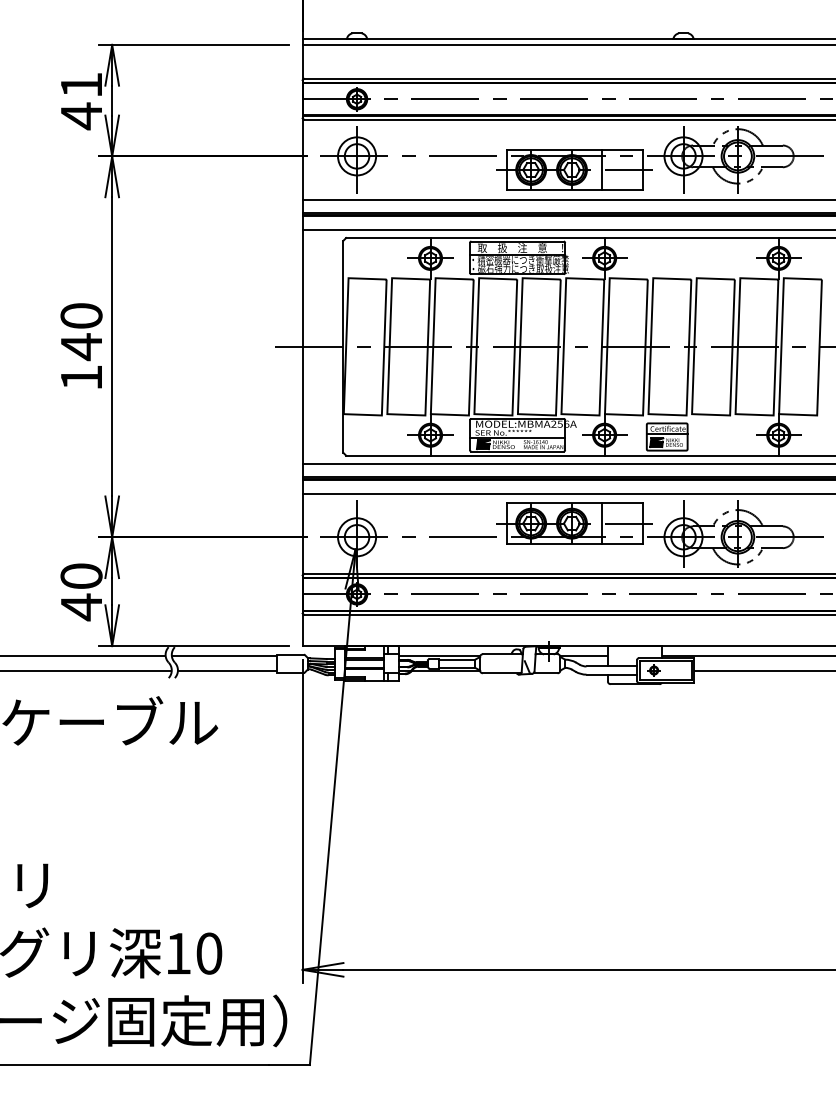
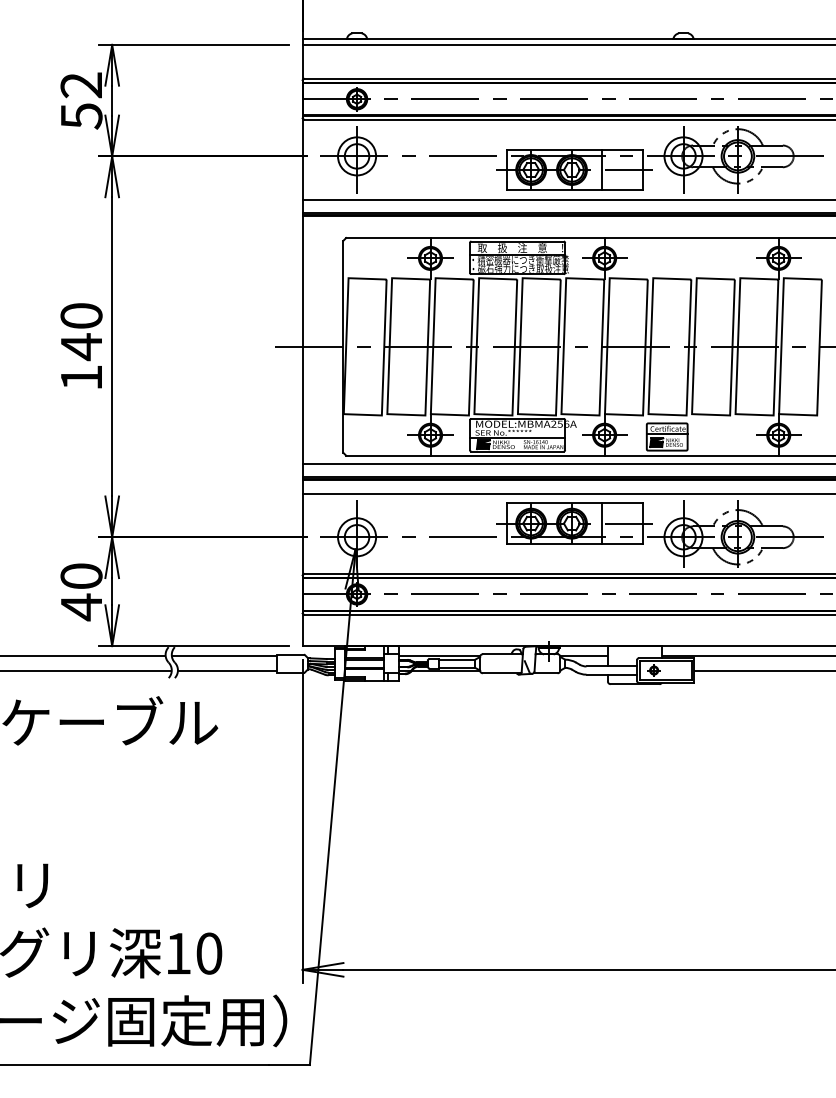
text at (81, 101): 41 -> 52
line at (567, 229): present -> none
